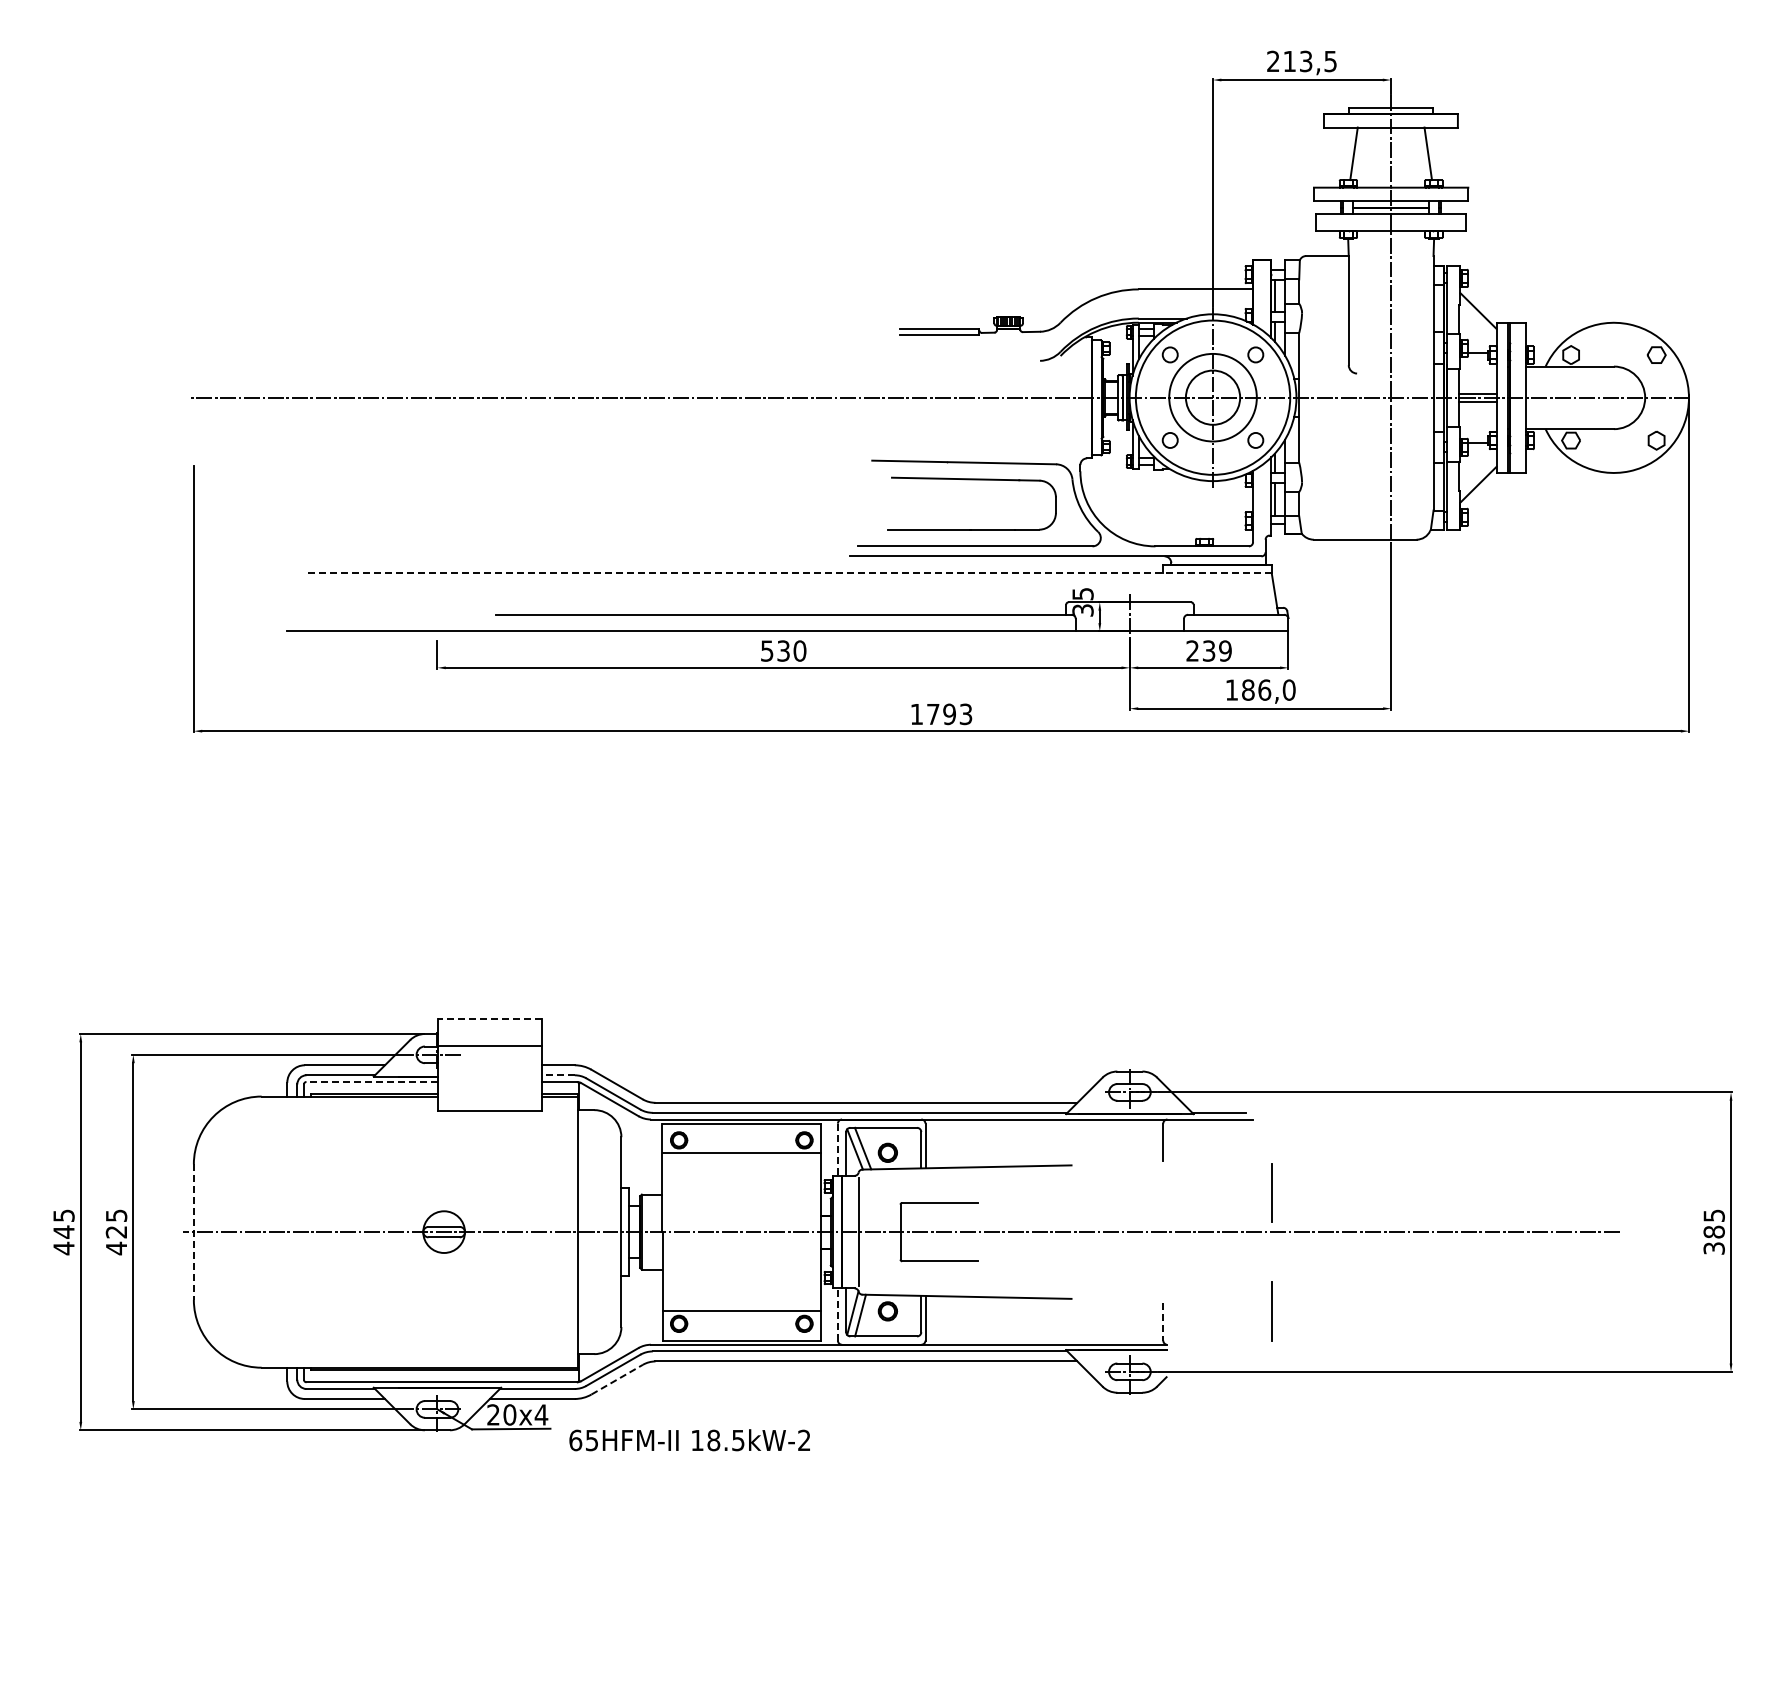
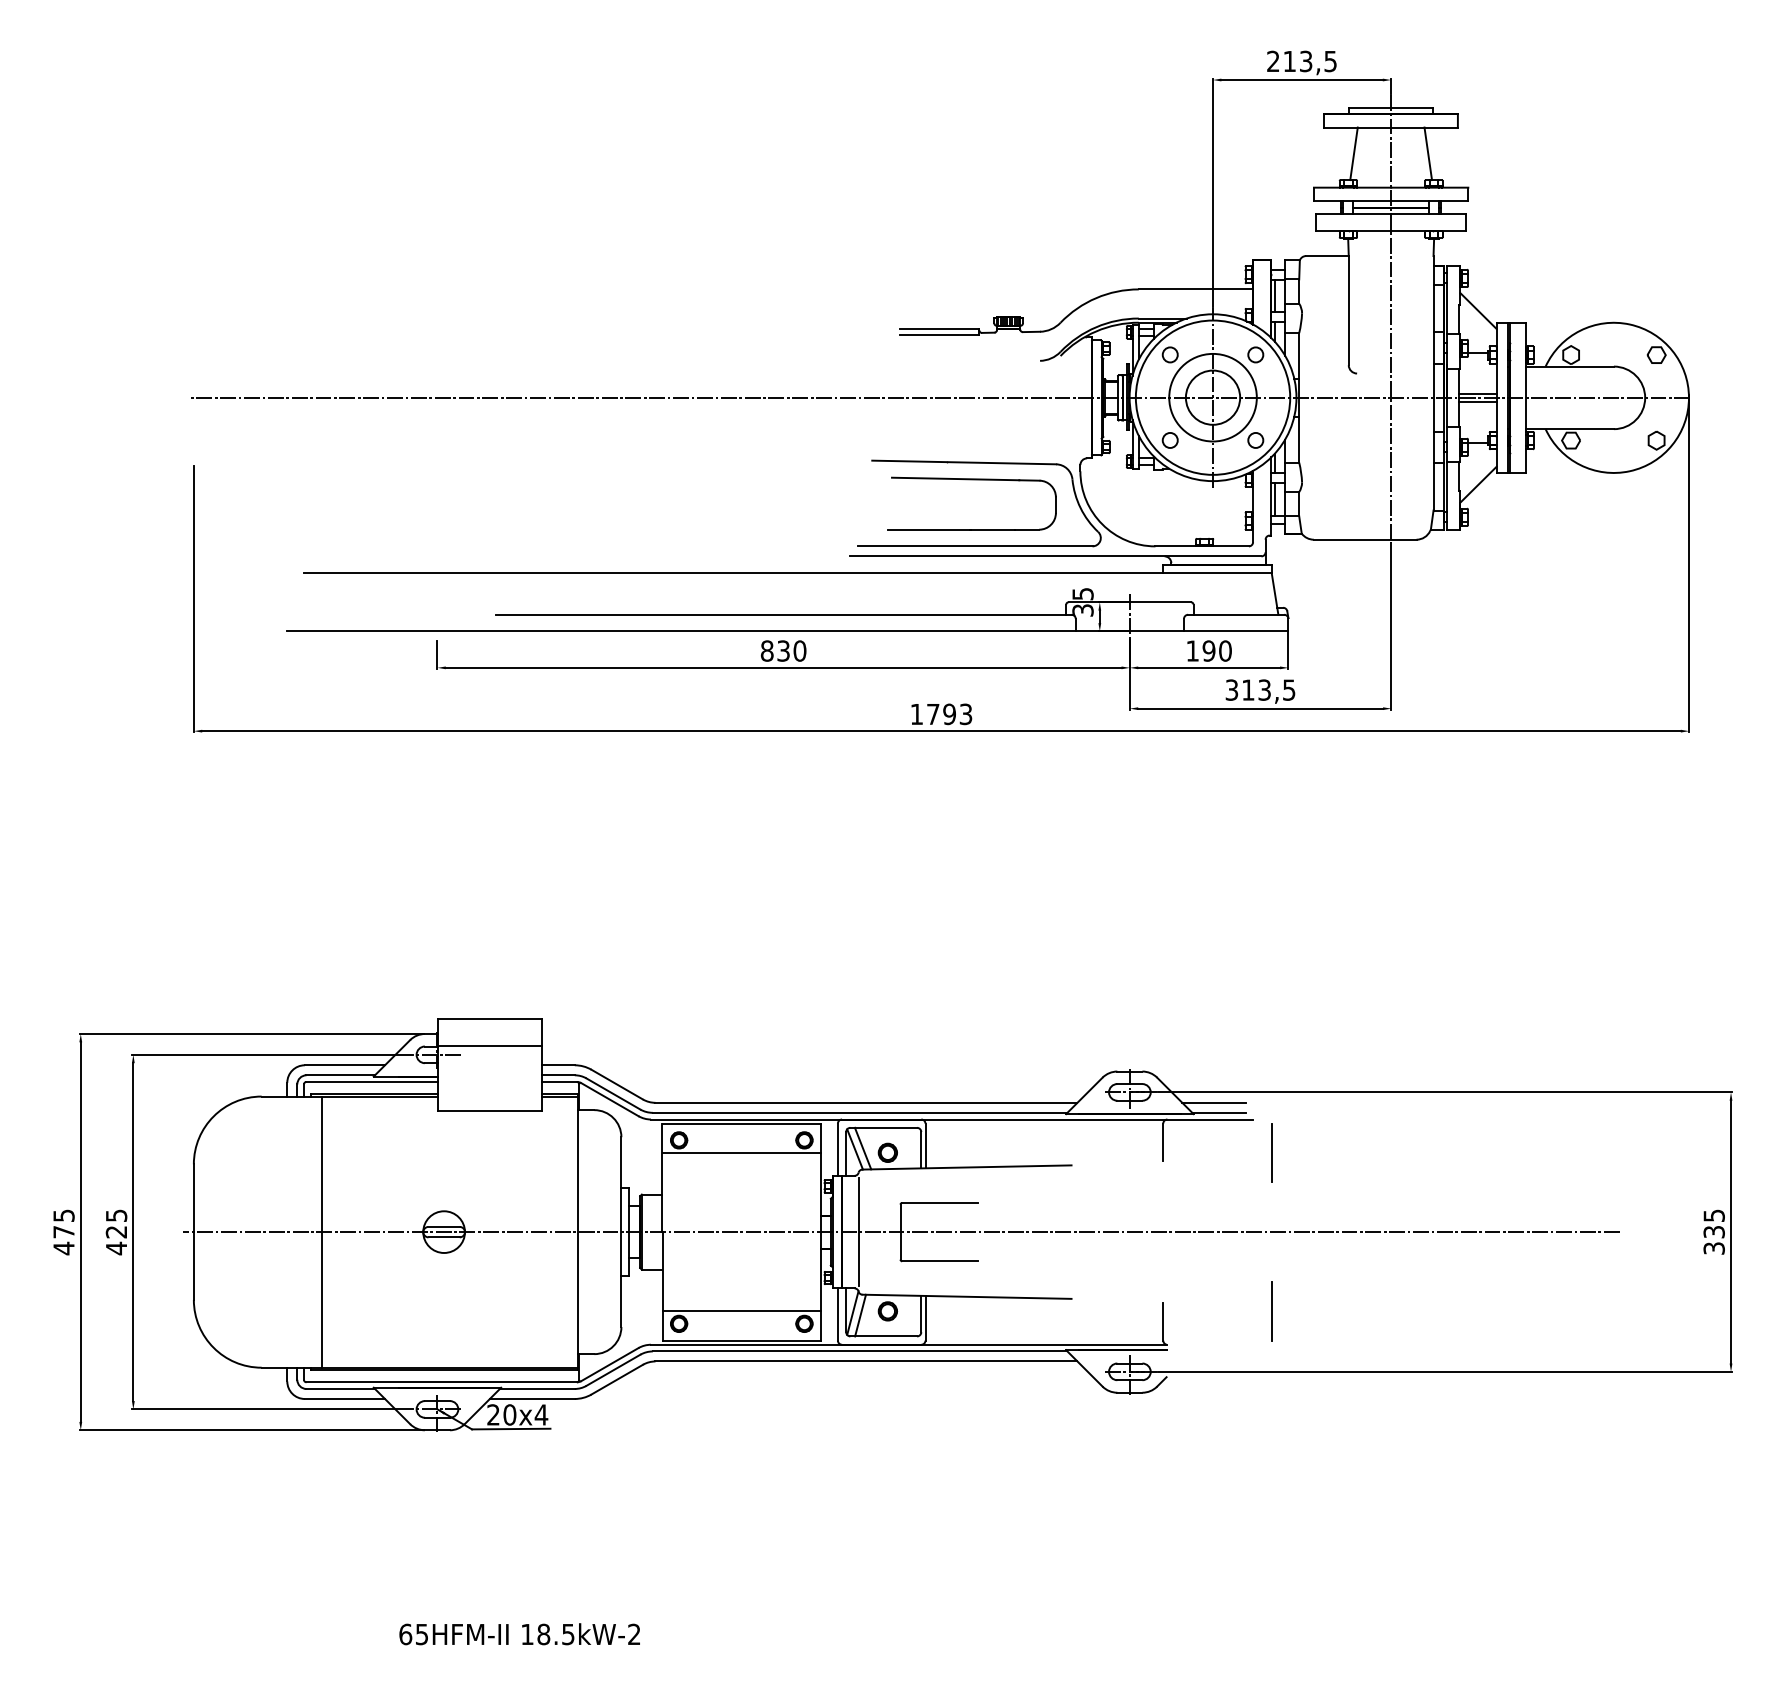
line at (787, 573): dashed -> solid
text at (766, 650): 530 -> 830
text at (1208, 650): 239 -> 190
text at (1260, 689): 186,0 -> 313,5
line at (490, 1019): dashed -> solid
line at (557, 1075): dashed -> solid
line at (372, 1081): dashed -> solid
line at (1213, 1102): none -> present
line at (837, 1150): dashed -> solid
line at (1271, 1192) position: (1271, 1192) -> (1271, 1152)
text at (63, 1231): 445 -> 475
line at (321, 1231): none -> present
text at (1713, 1231): 385 -> 335
line at (193, 1232): dashed -> solid
line at (837, 1314): dashed -> solid
line at (1163, 1321): dashed -> solid
line at (617, 1379): dashed -> solid
text at (689, 1440) position: (689, 1440) -> (519, 1634)
